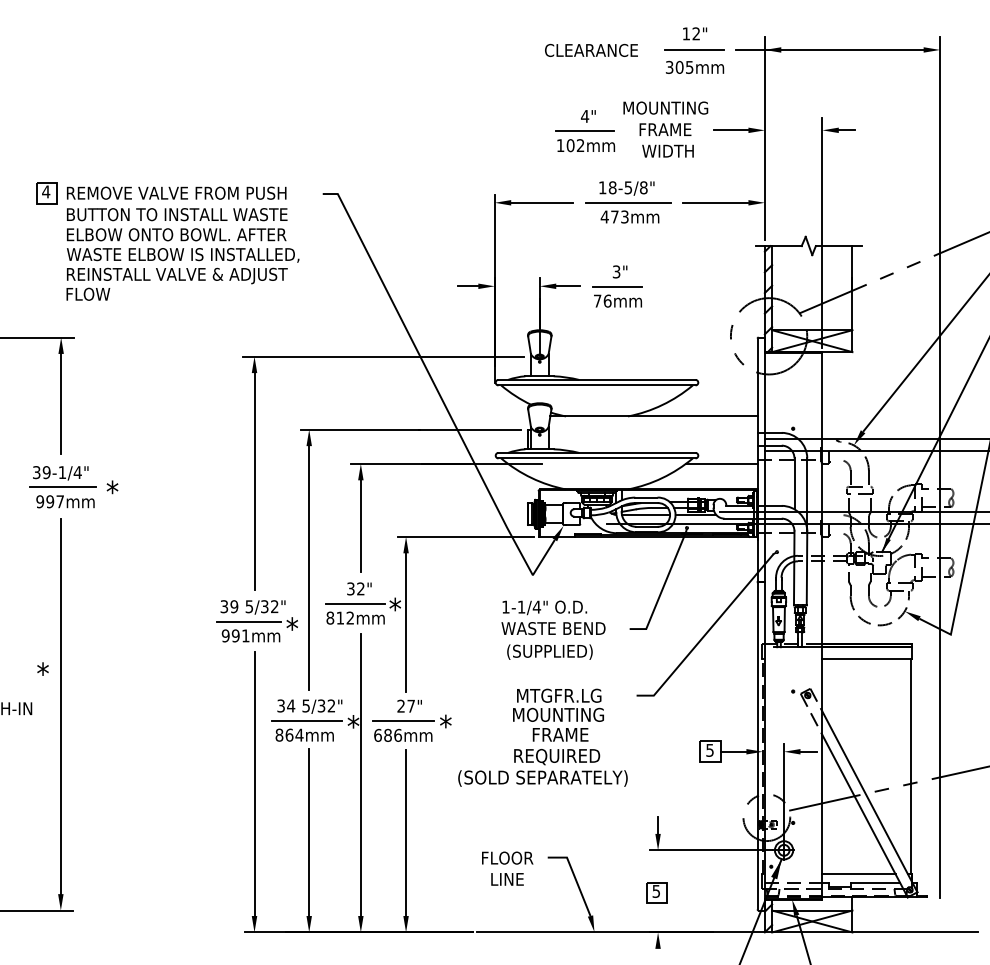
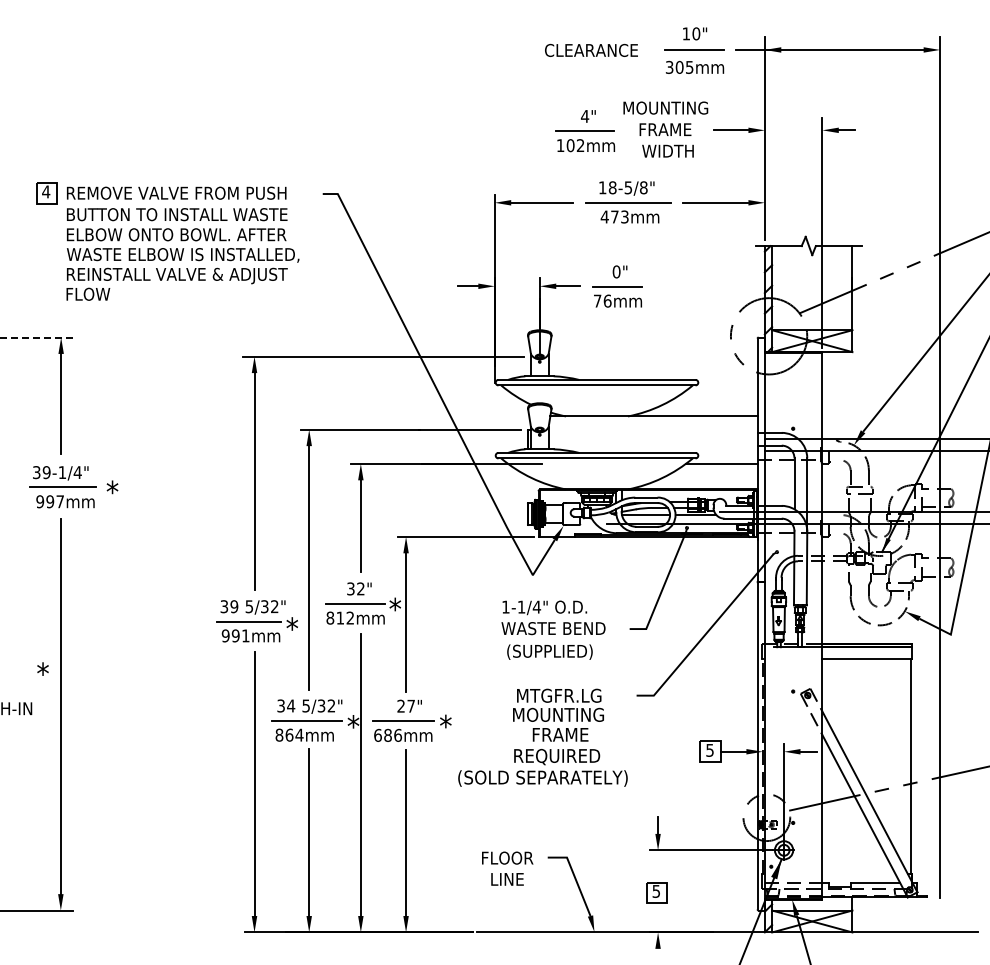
text at (696, 33): 12" -> 10"
text at (616, 271): 3" -> 0"
line at (37, 337): solid -> dashed
line at (858, 874): present -> none
